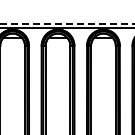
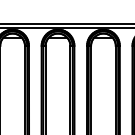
line at (67, 23): dashed -> solid
